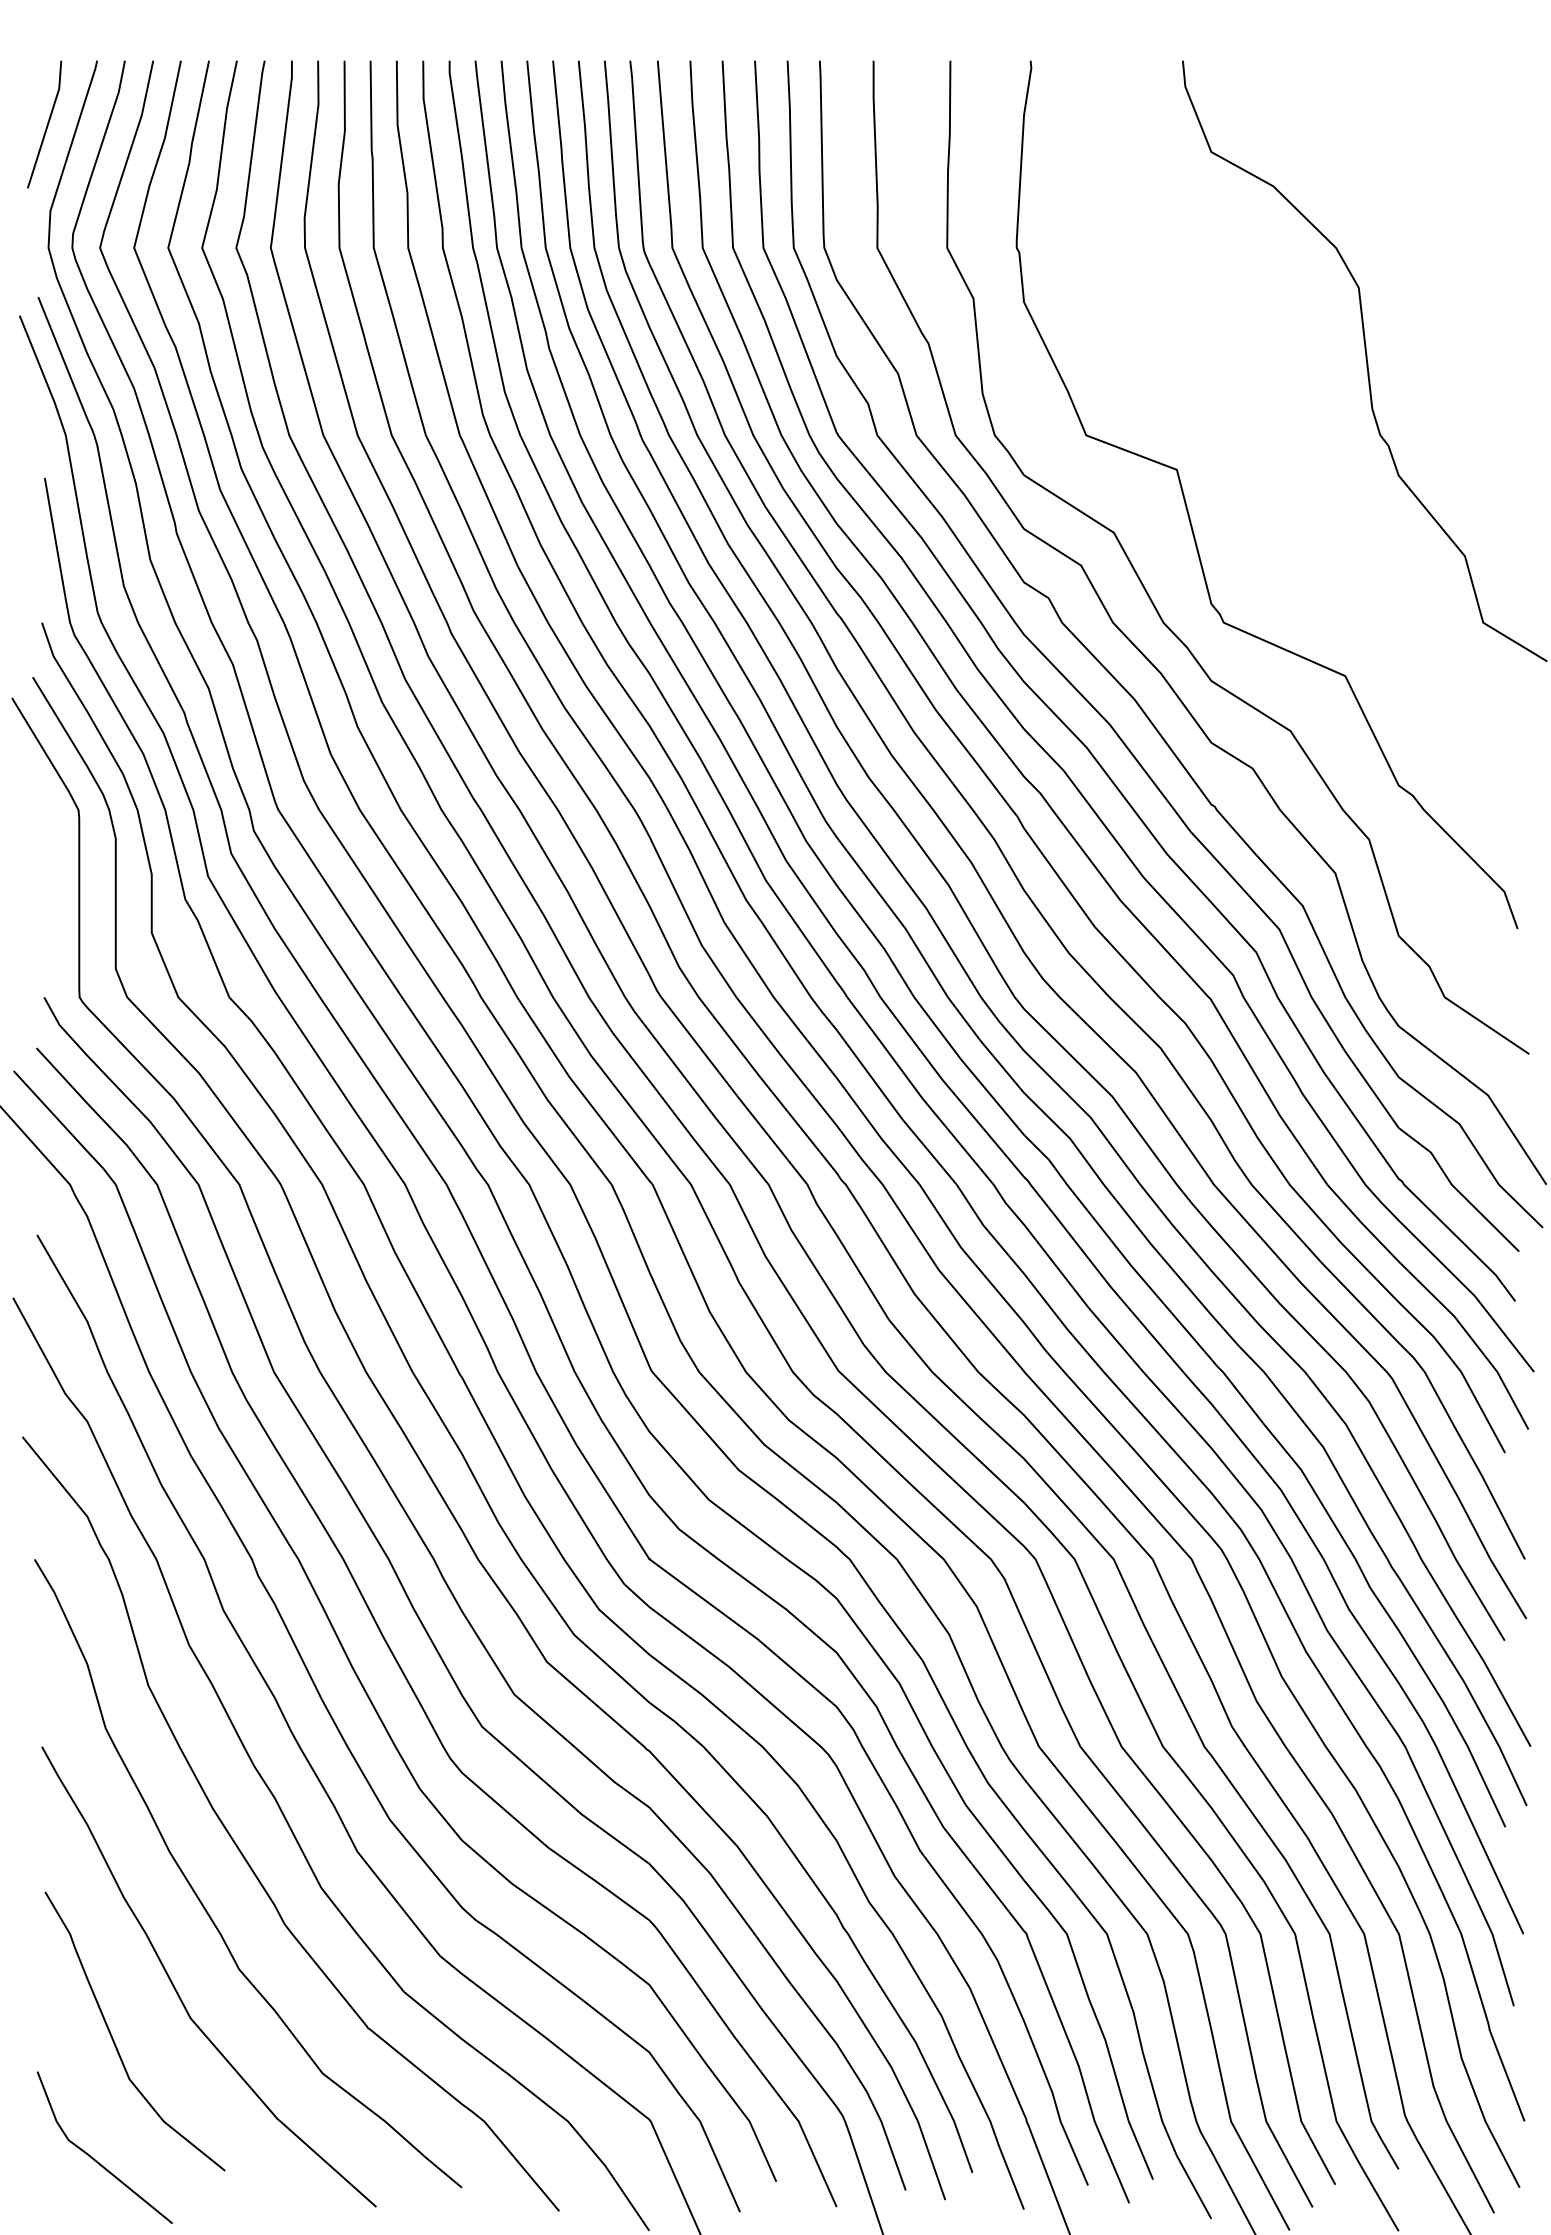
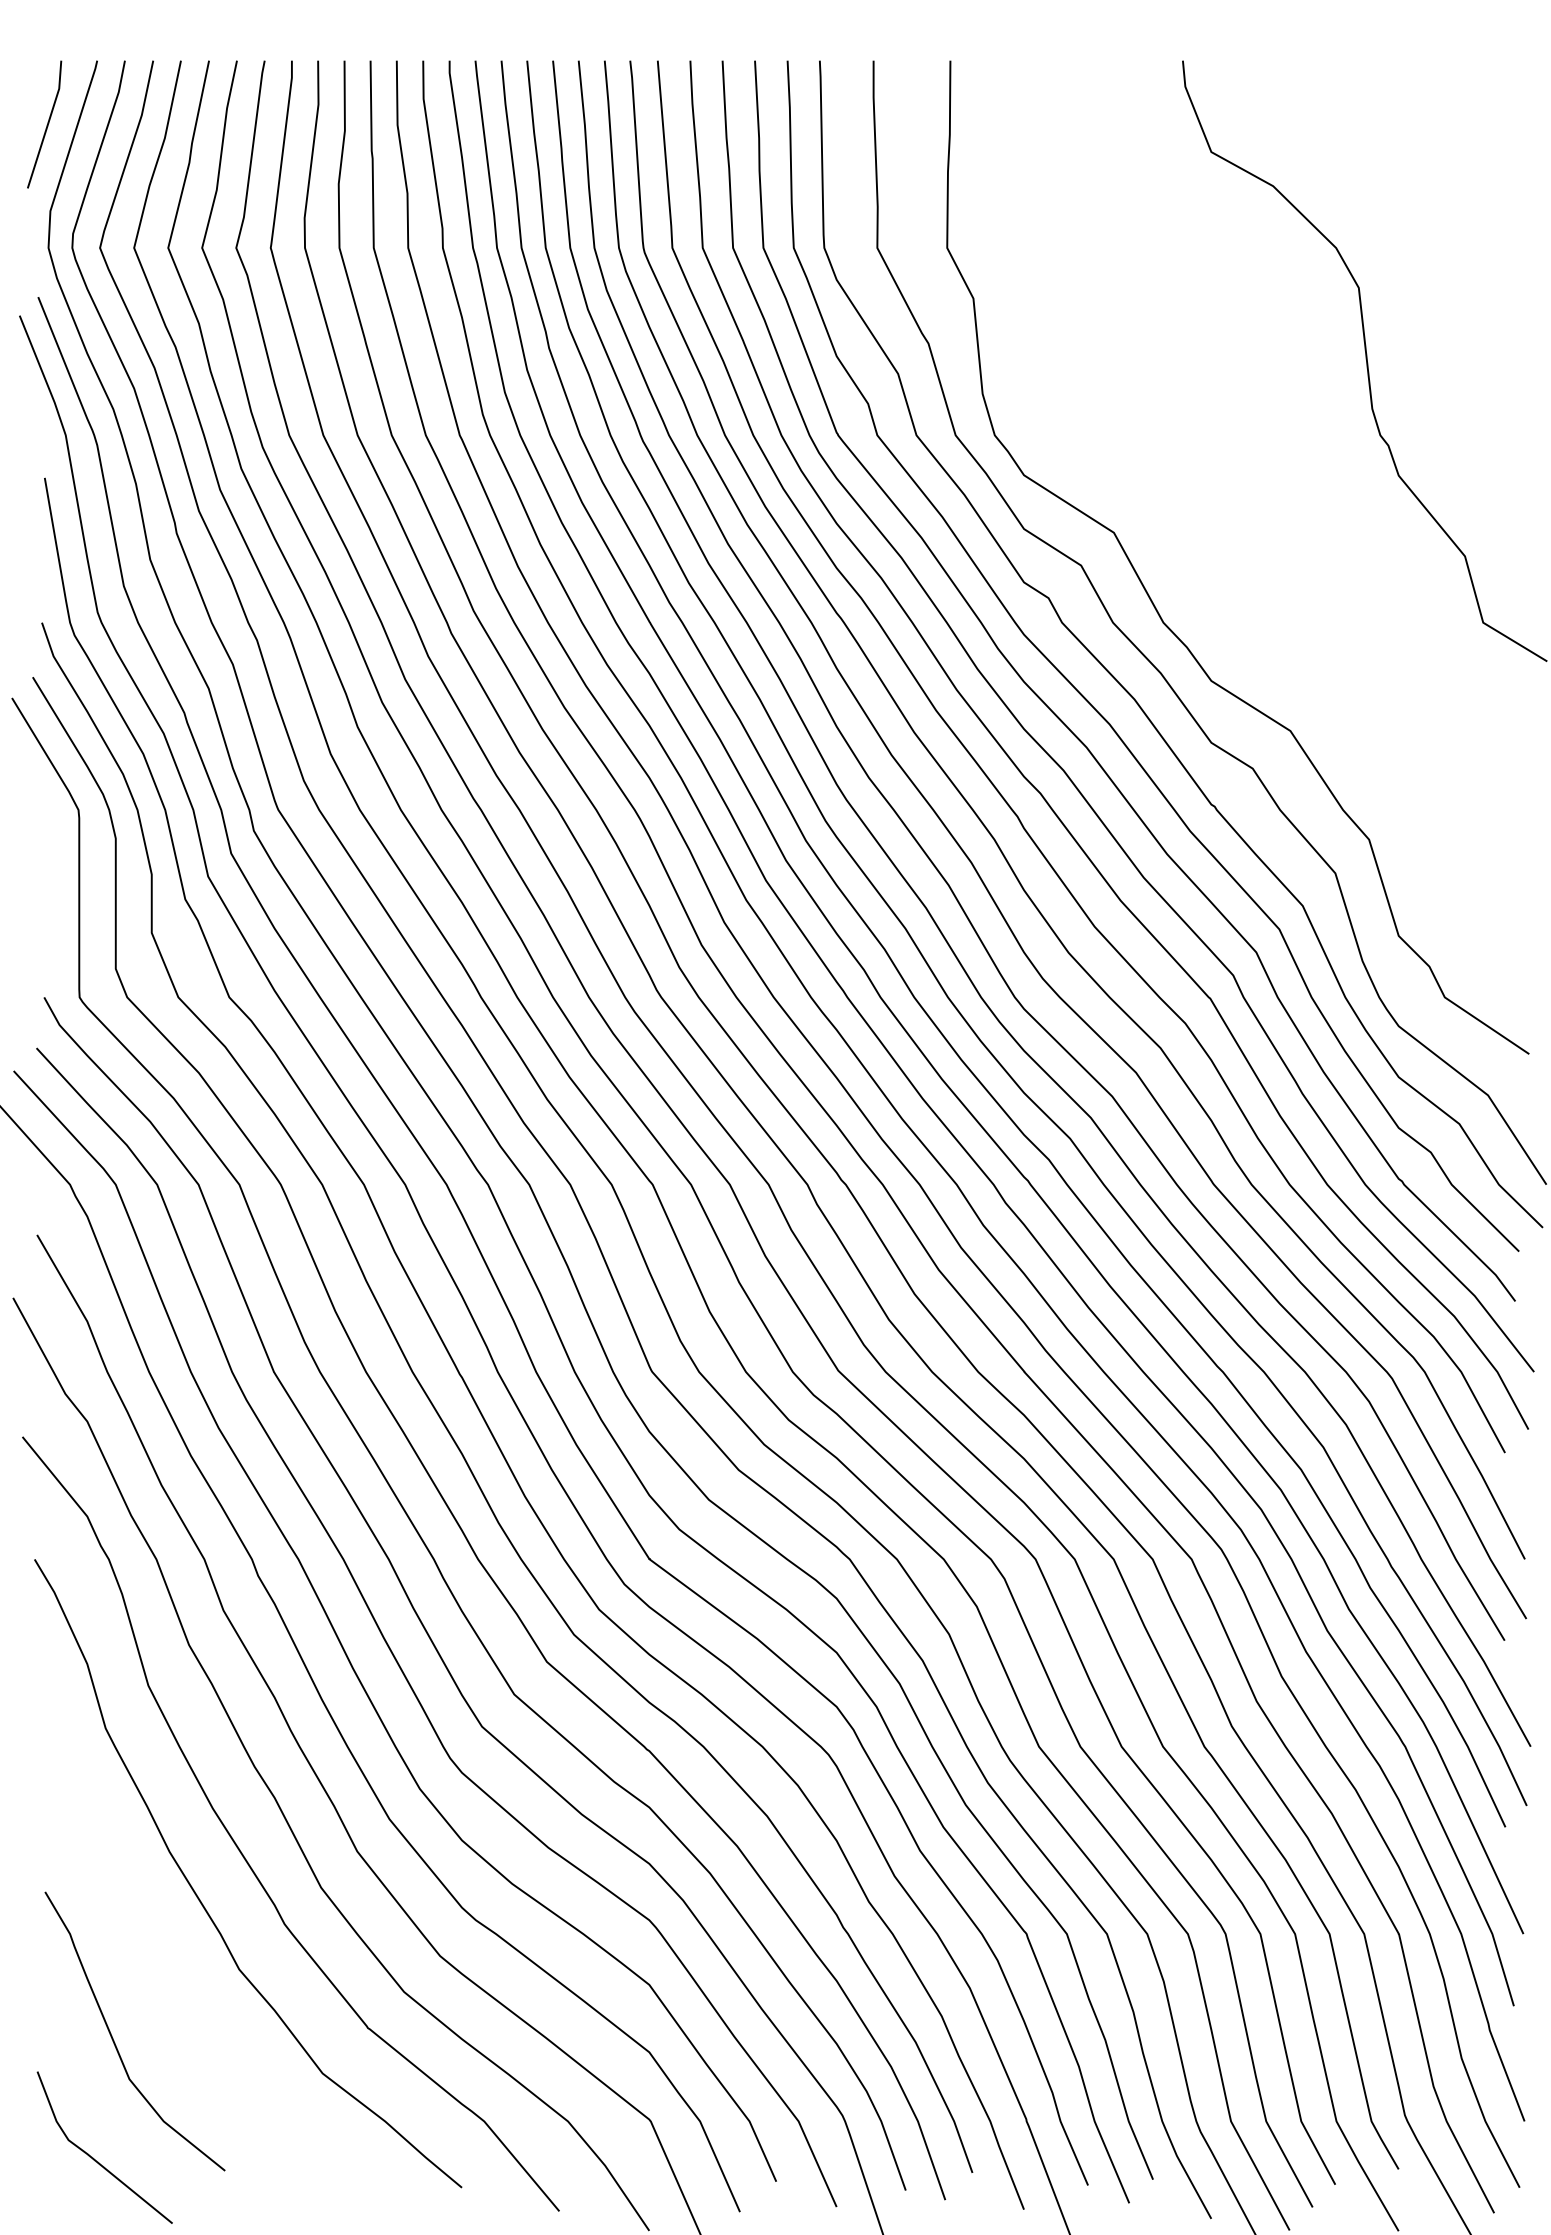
curve at (1189, 513): present -> none
curve at (179, 1994): present -> none
